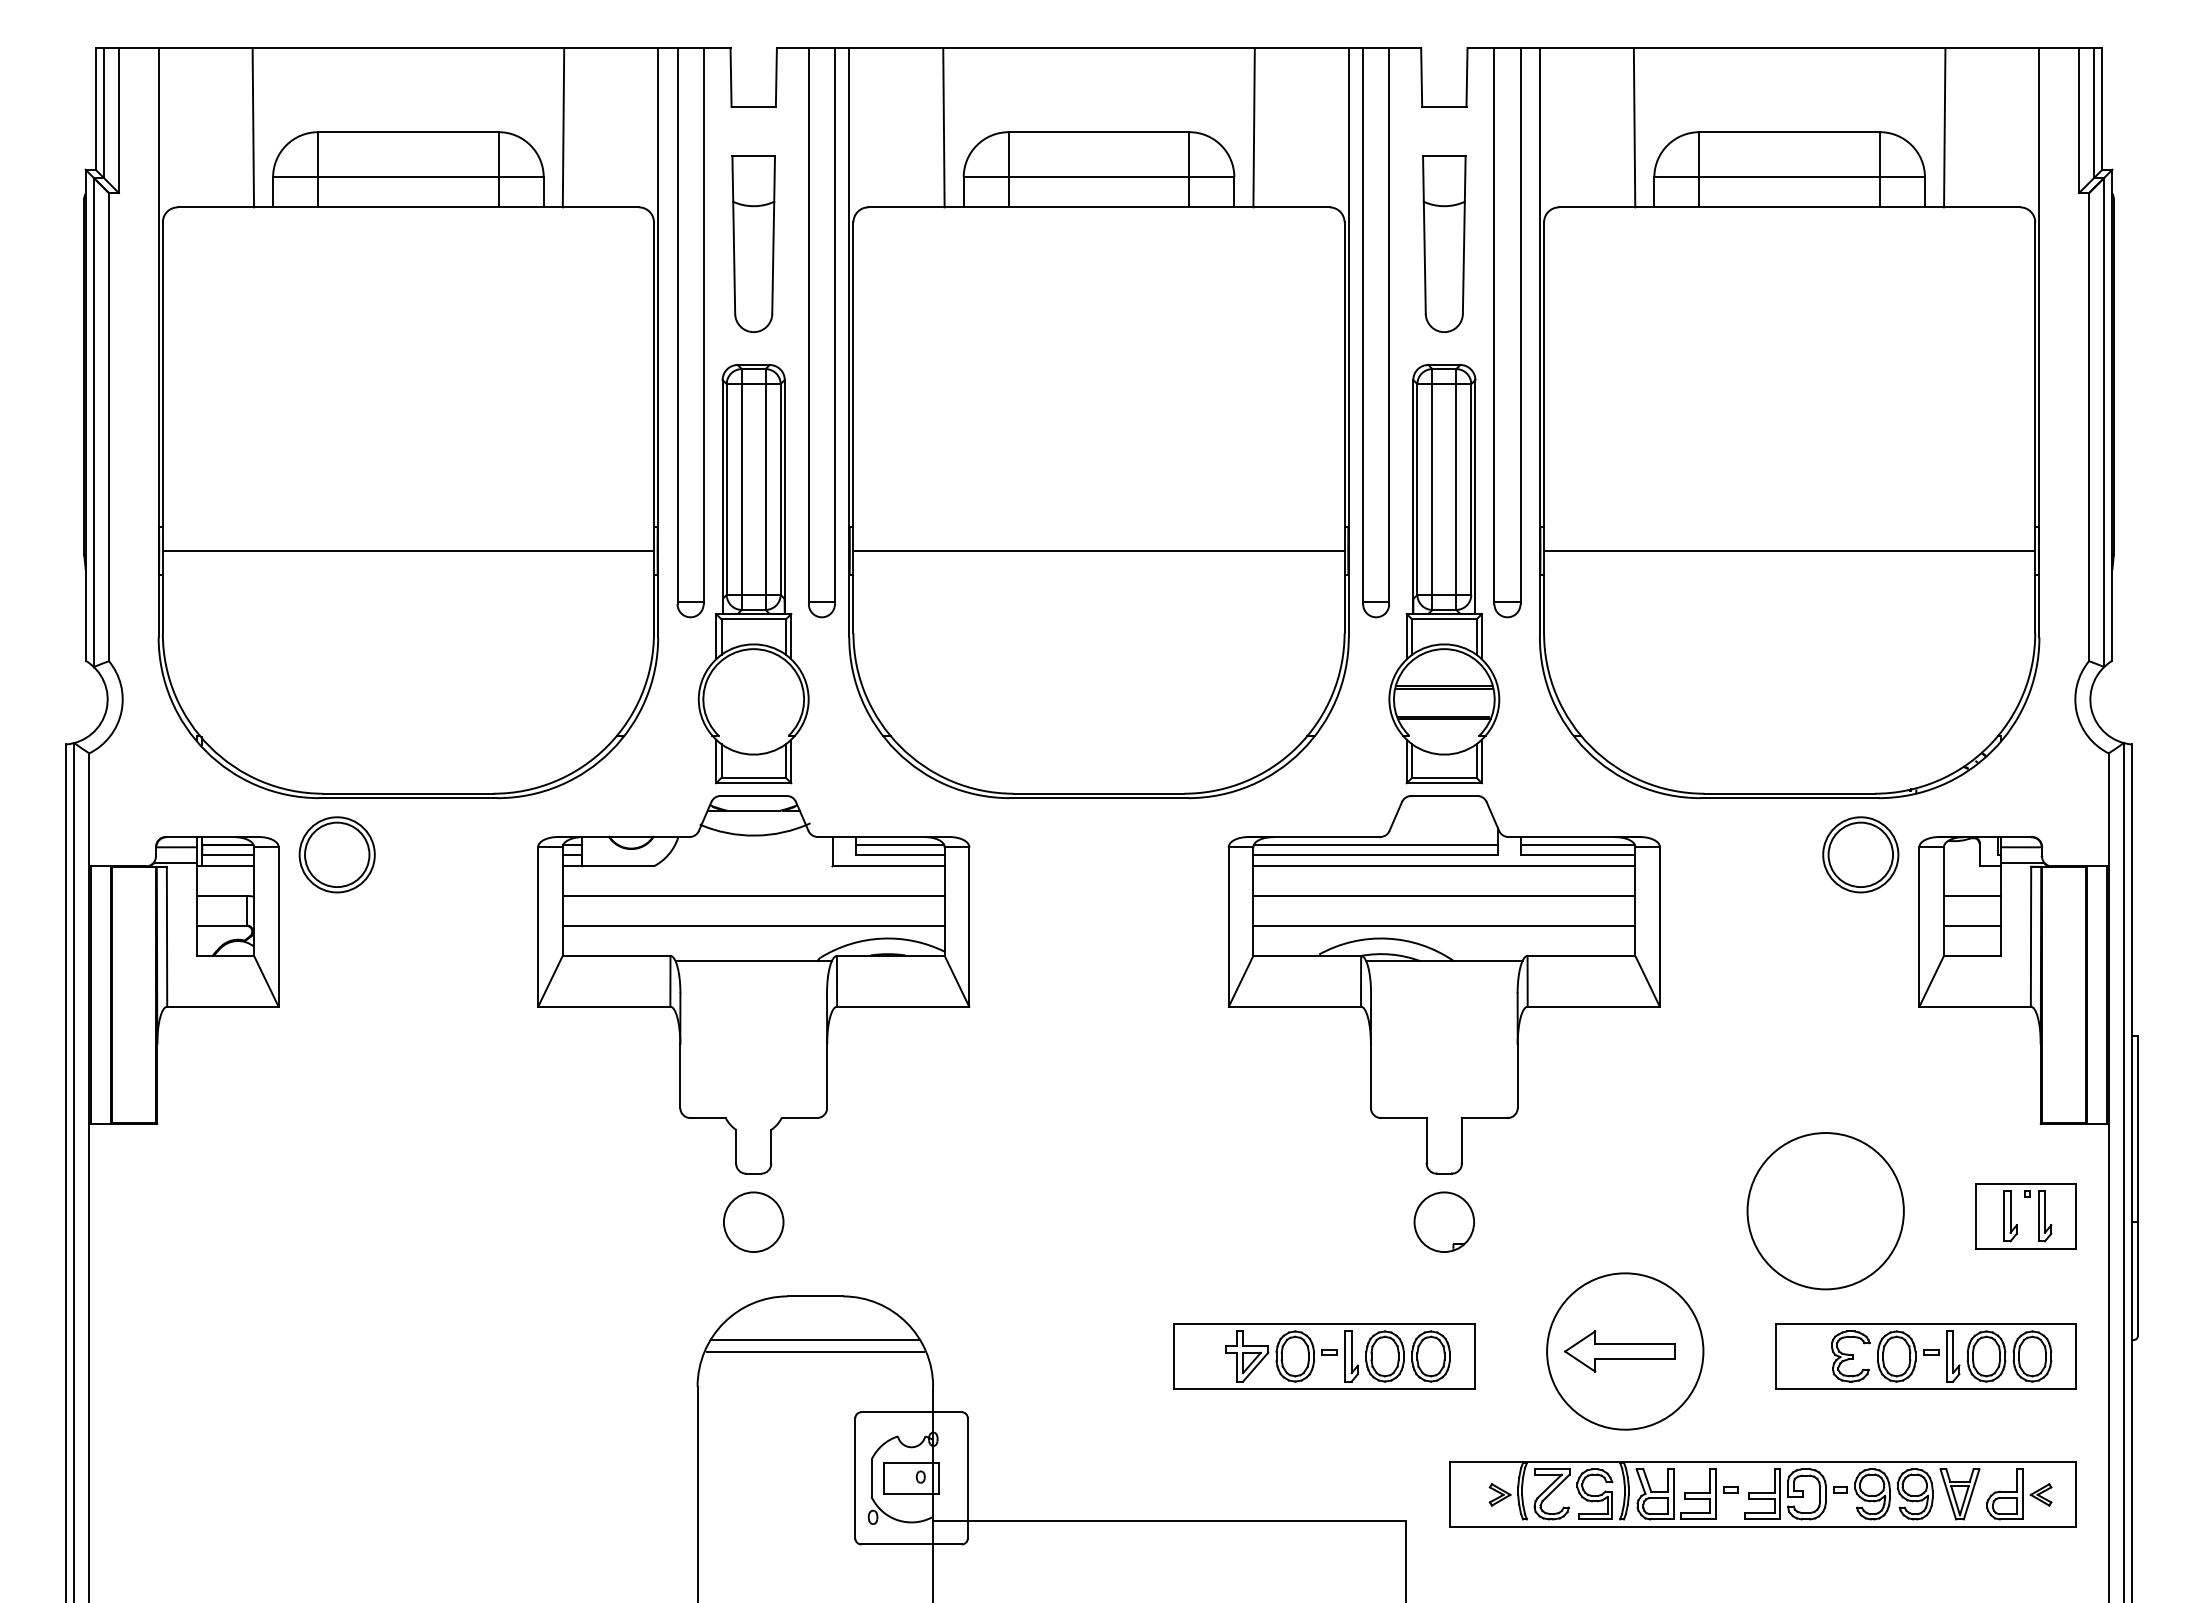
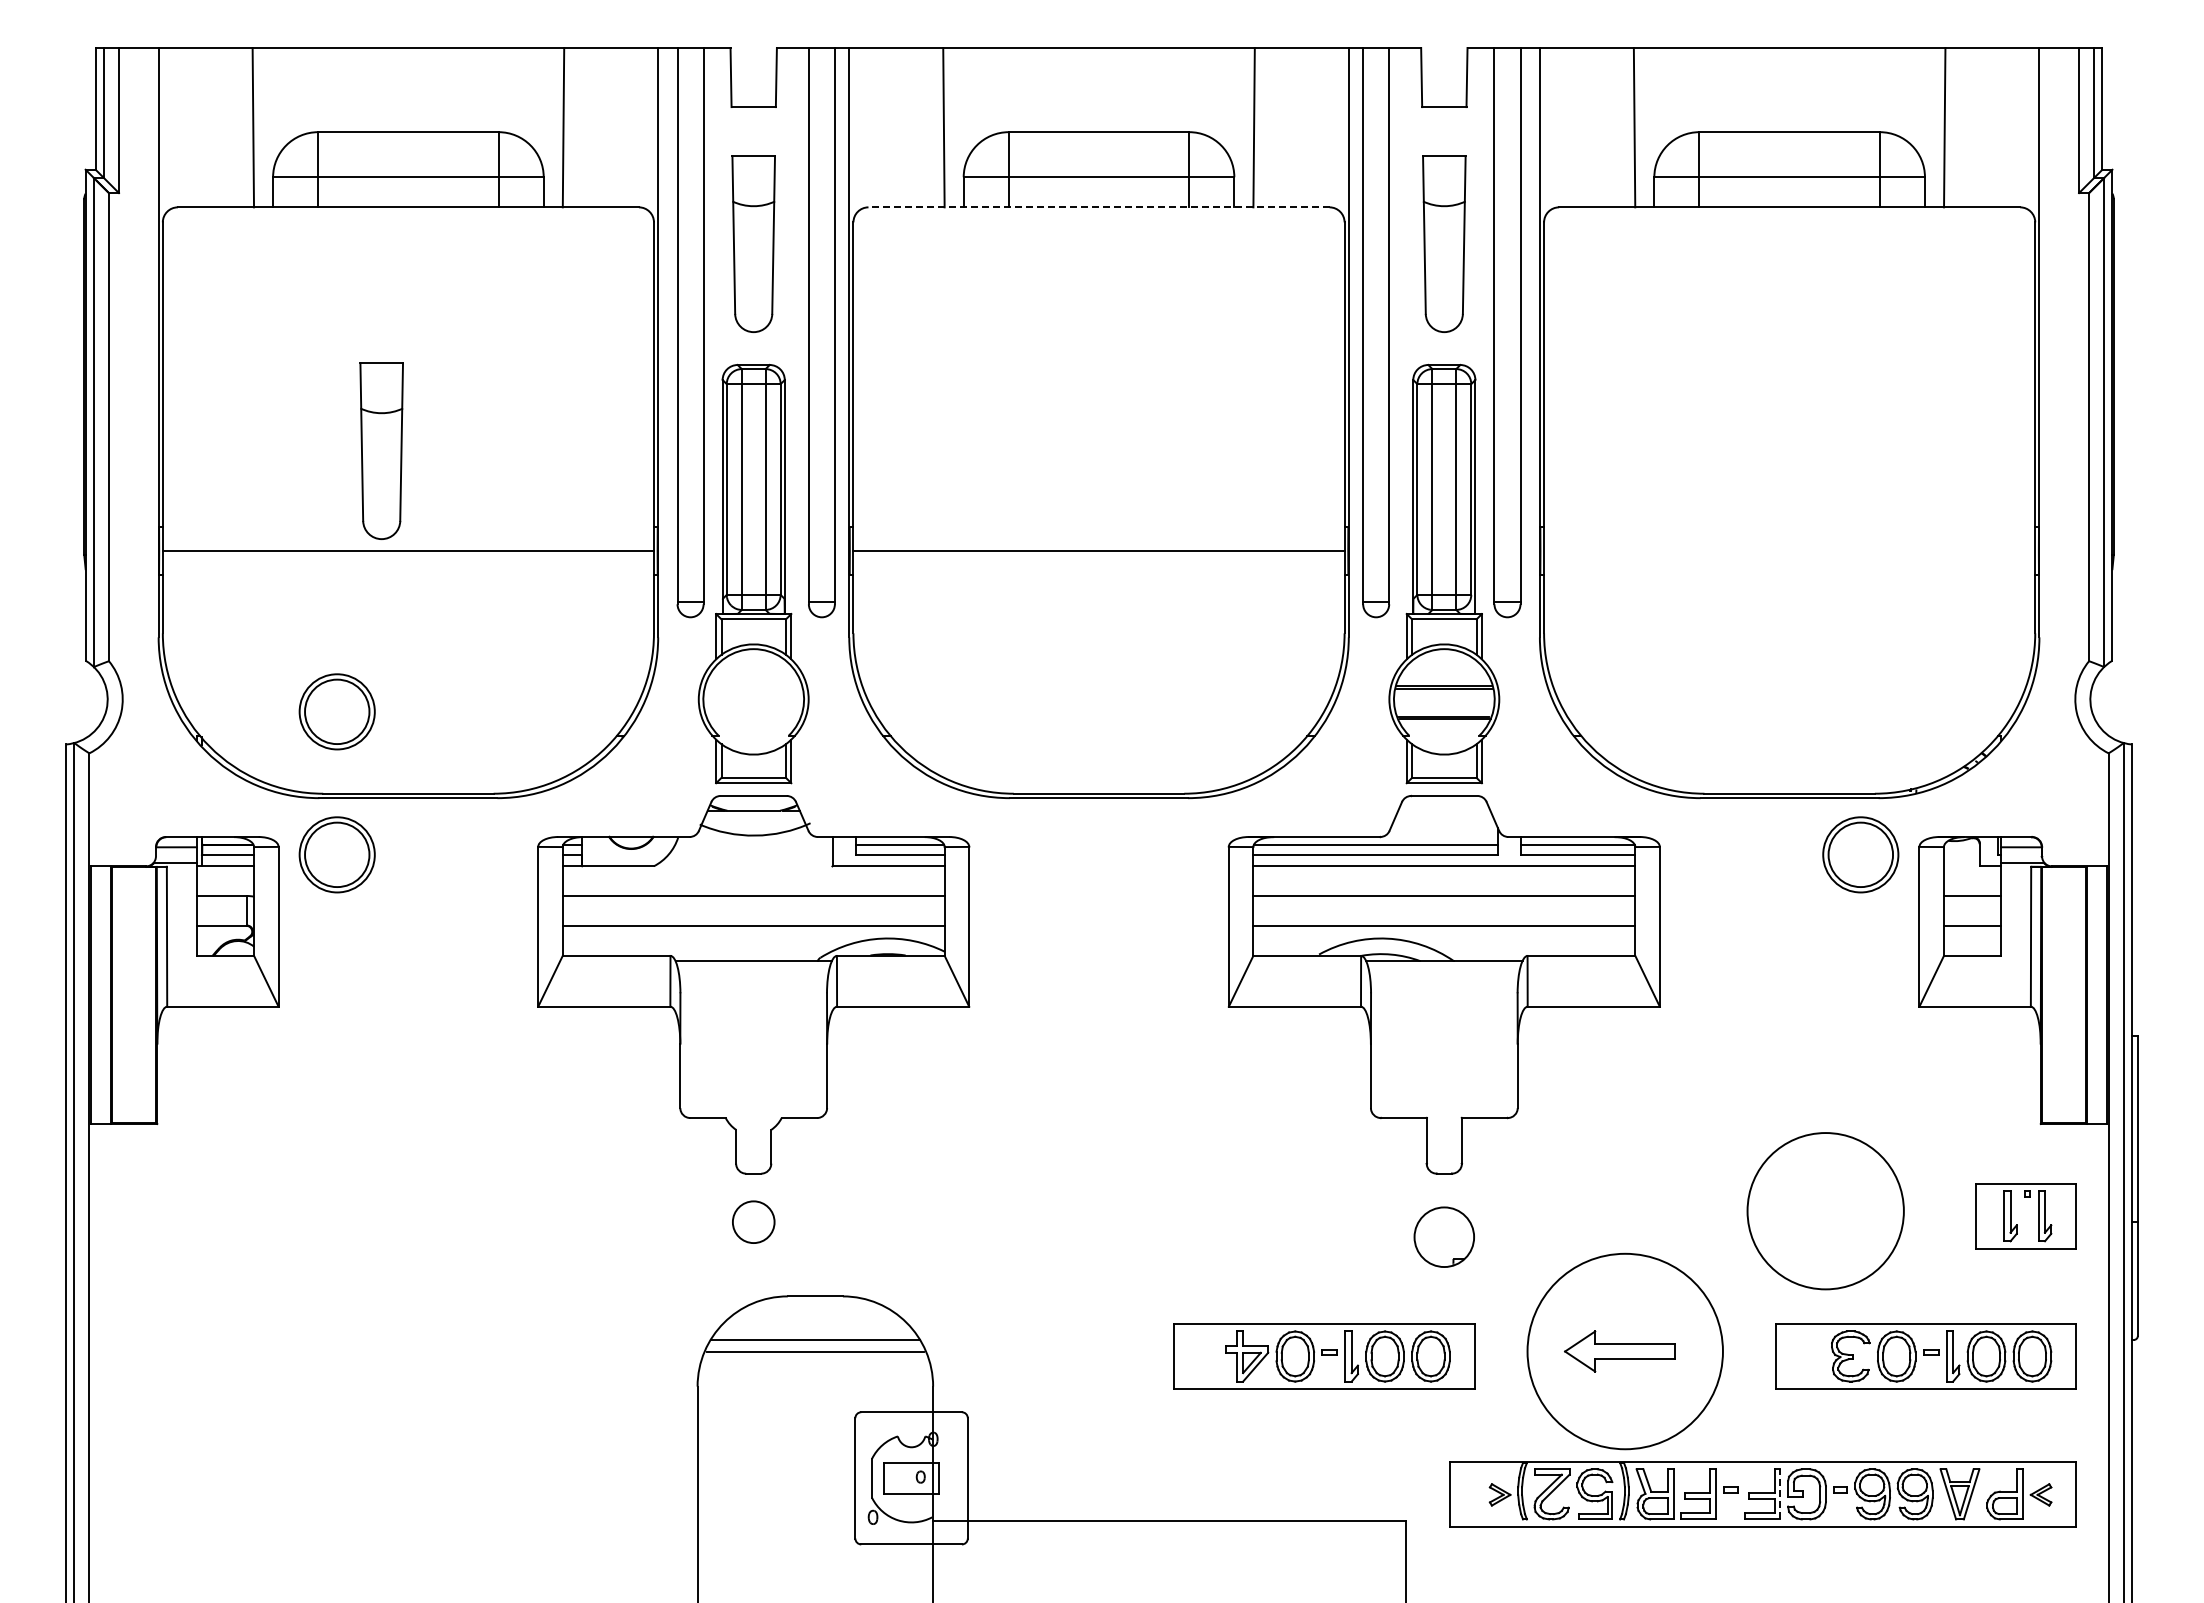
line at (1099, 207): solid -> dashed
part at (381, 450): none -> present
line at (1789, 551): present -> none
part at (336, 711): none -> present
part at (1443, 1221) position: (1443, 1221) -> (1443, 1236)
circle at (753, 1222) diameter: 60 px -> 42 px
circle at (1625, 1351) diameter: 156 px -> 195 px
line at (1780, 1493): solid -> dashed
